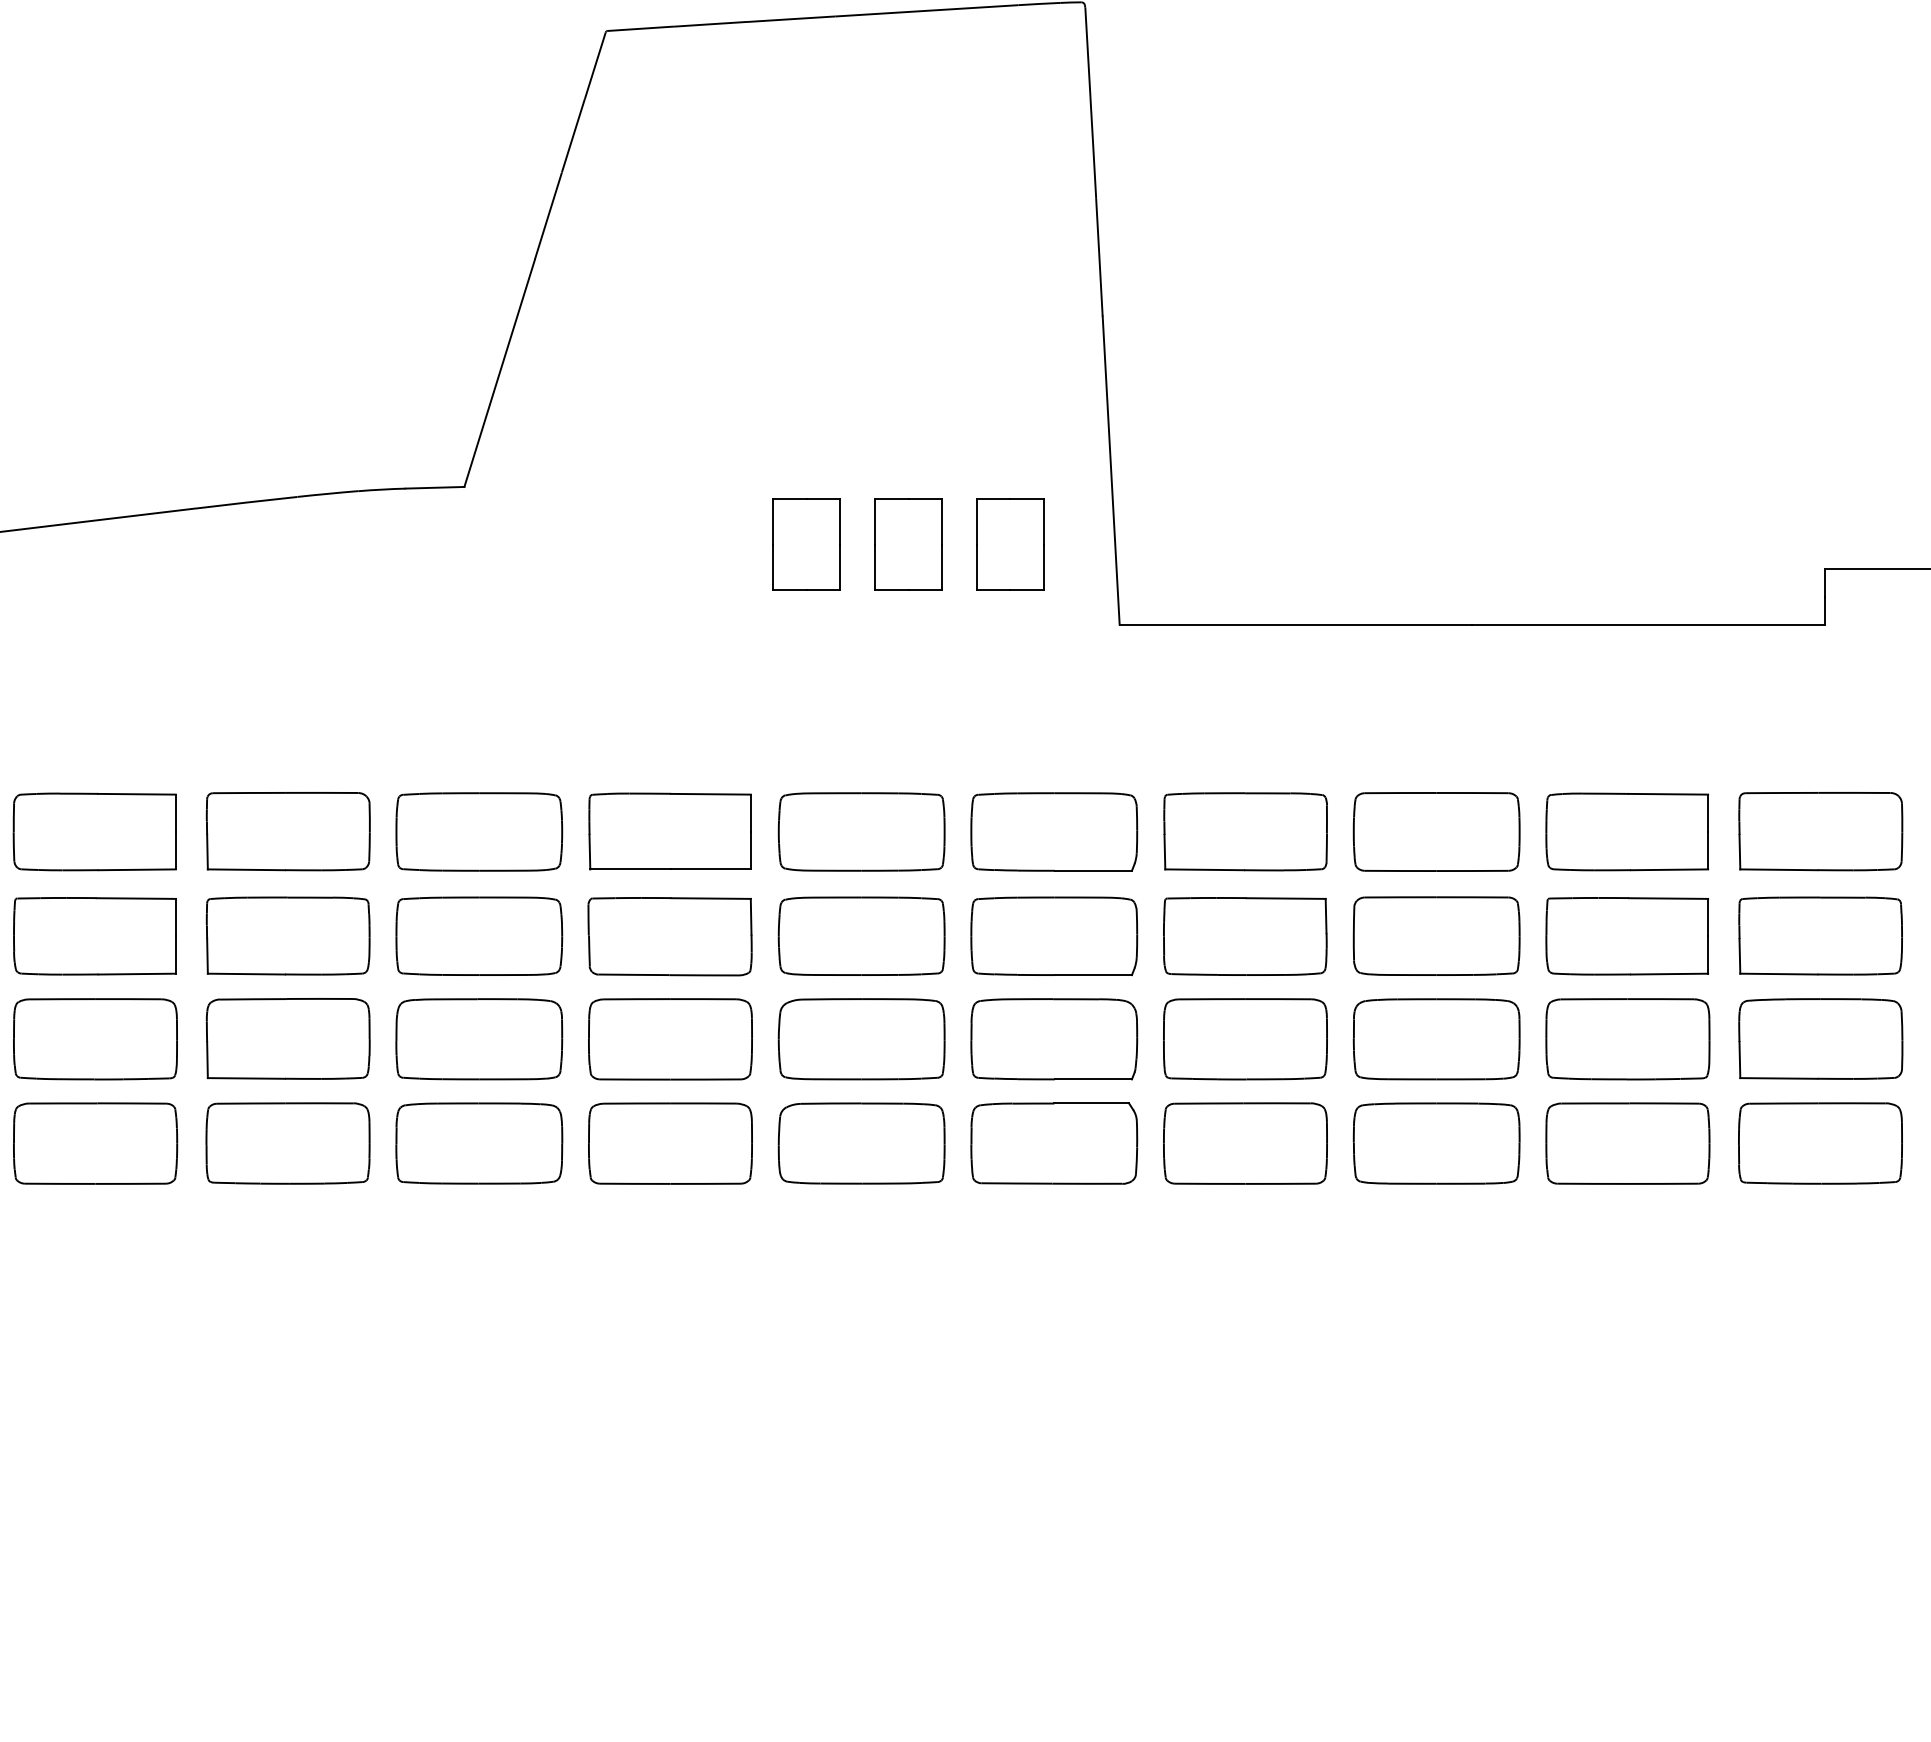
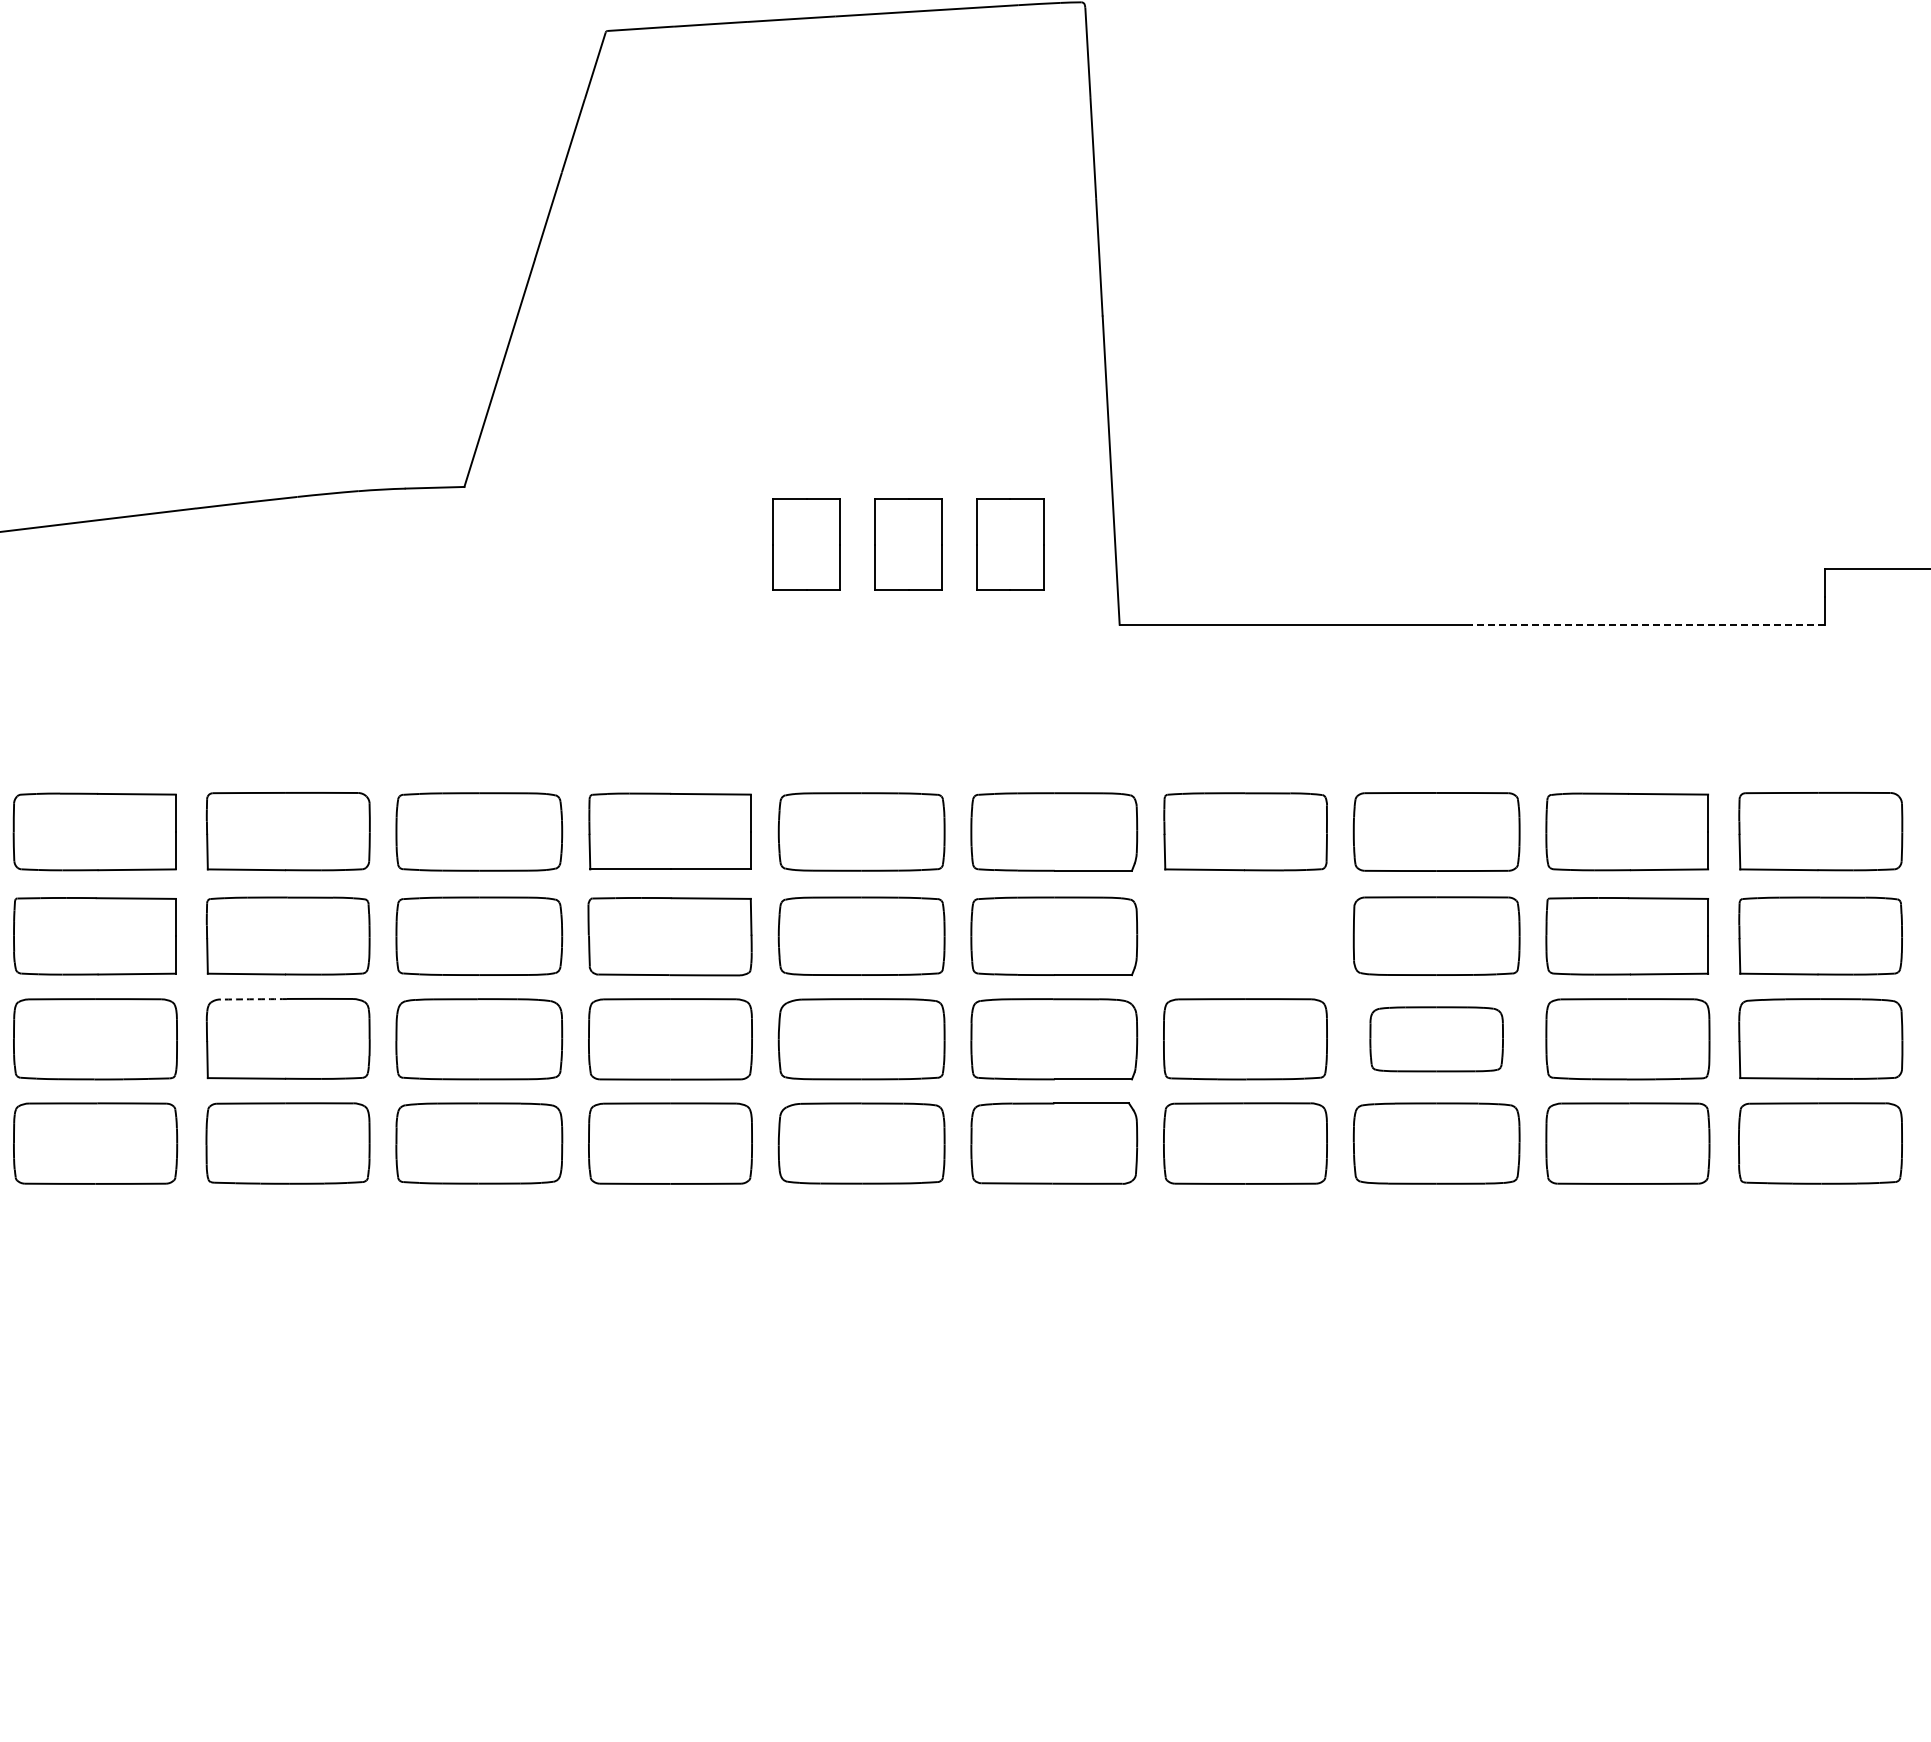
line at (1647, 624): solid -> dashed
part at (1245, 936): present -> none
arc at (253, 999): solid -> dashed
part at (1436, 1039) size: 169x83 px -> 135x67 px
